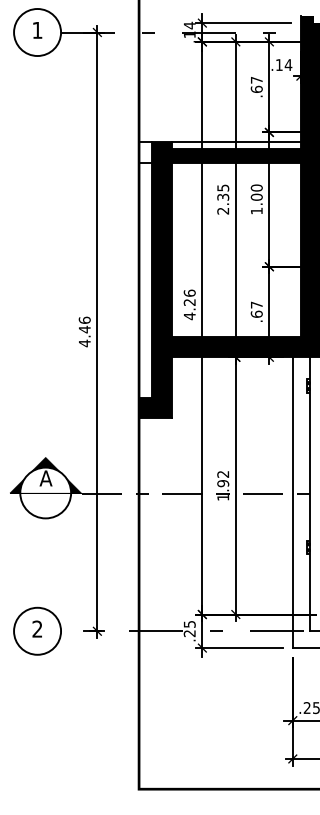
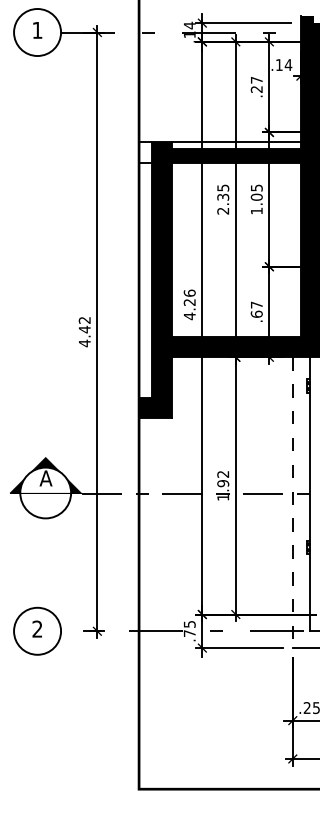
text at (256, 88): .67 -> .27
text at (256, 187): 1.00 -> 1.05
text at (84, 319): 4.46 -> 4.42
line at (292, 503): solid -> dashed
text at (189, 633): .25 -> .75
